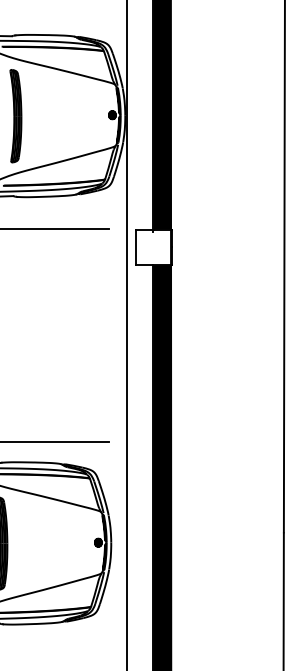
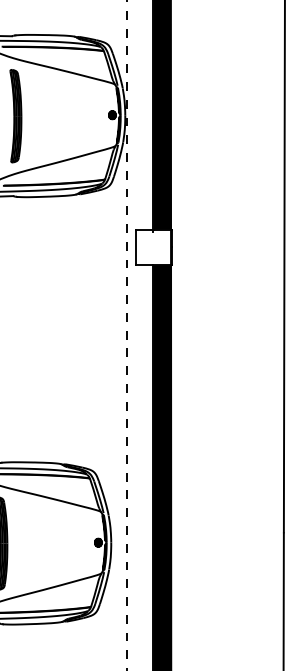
line at (55, 228): present -> none
line at (126, 335): solid -> dashed
line at (55, 441): present -> none
